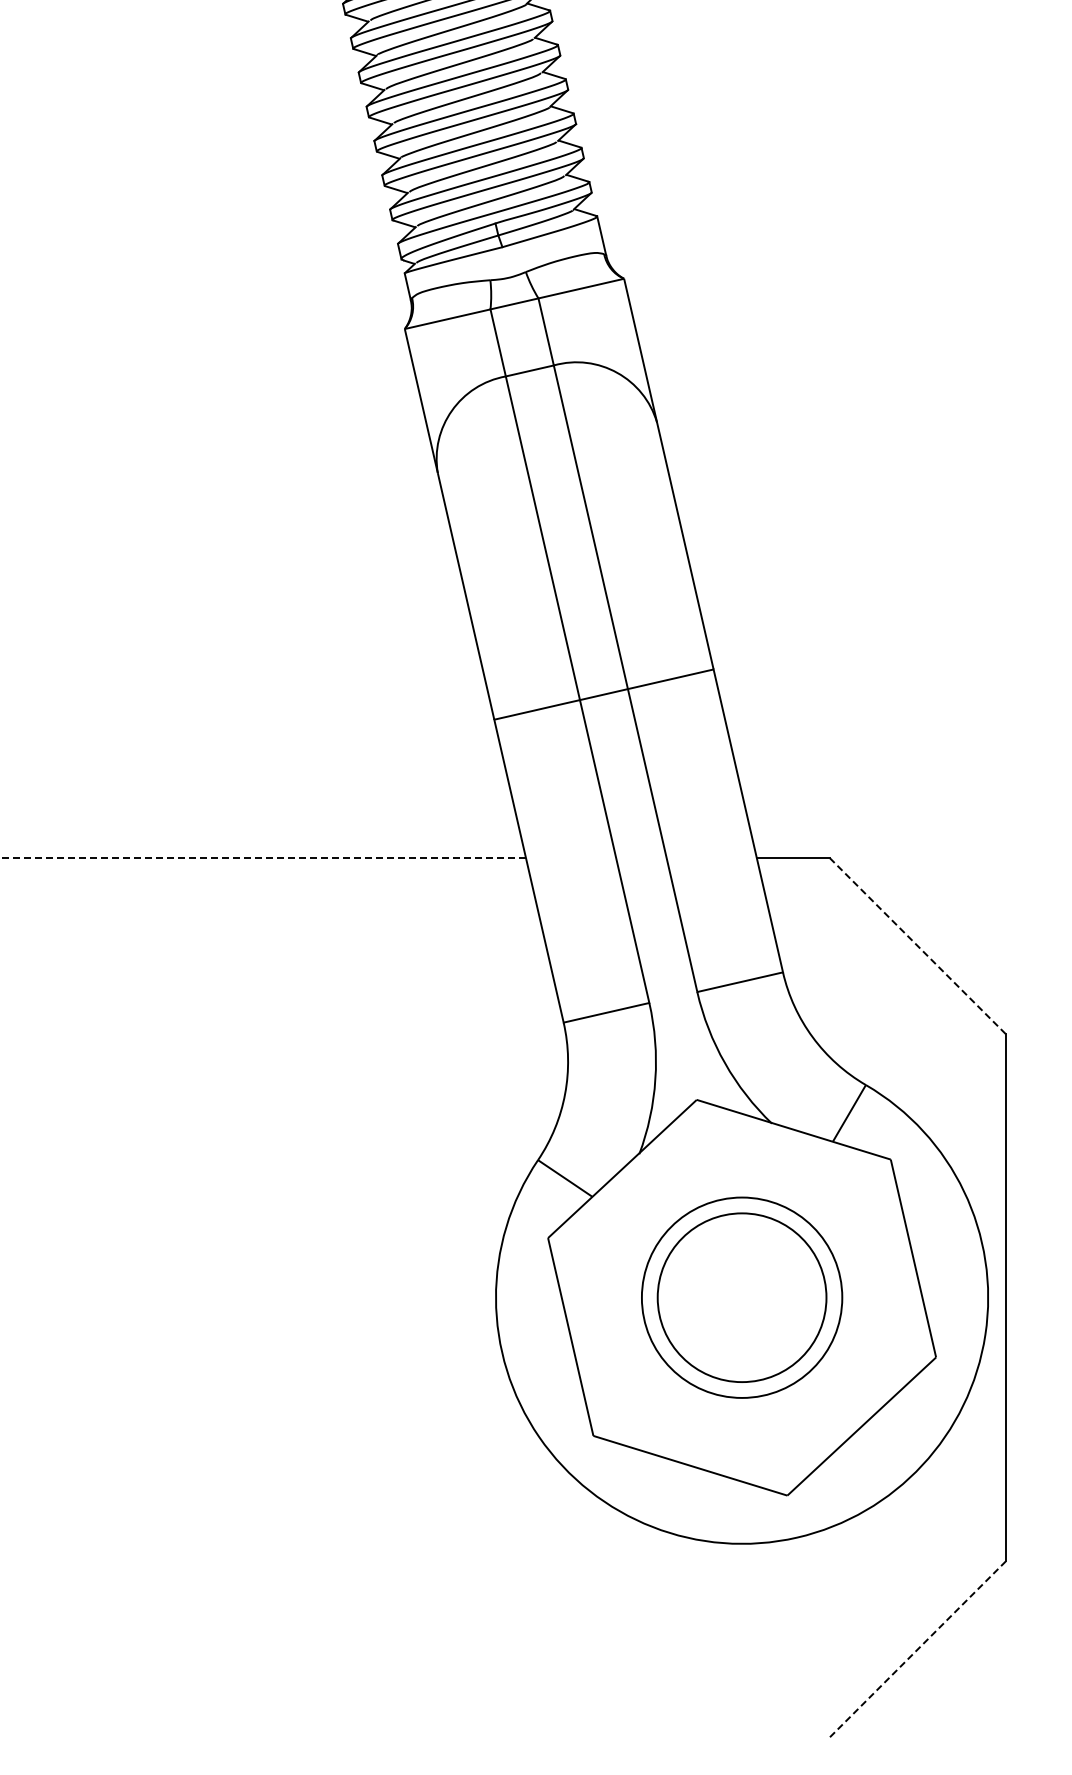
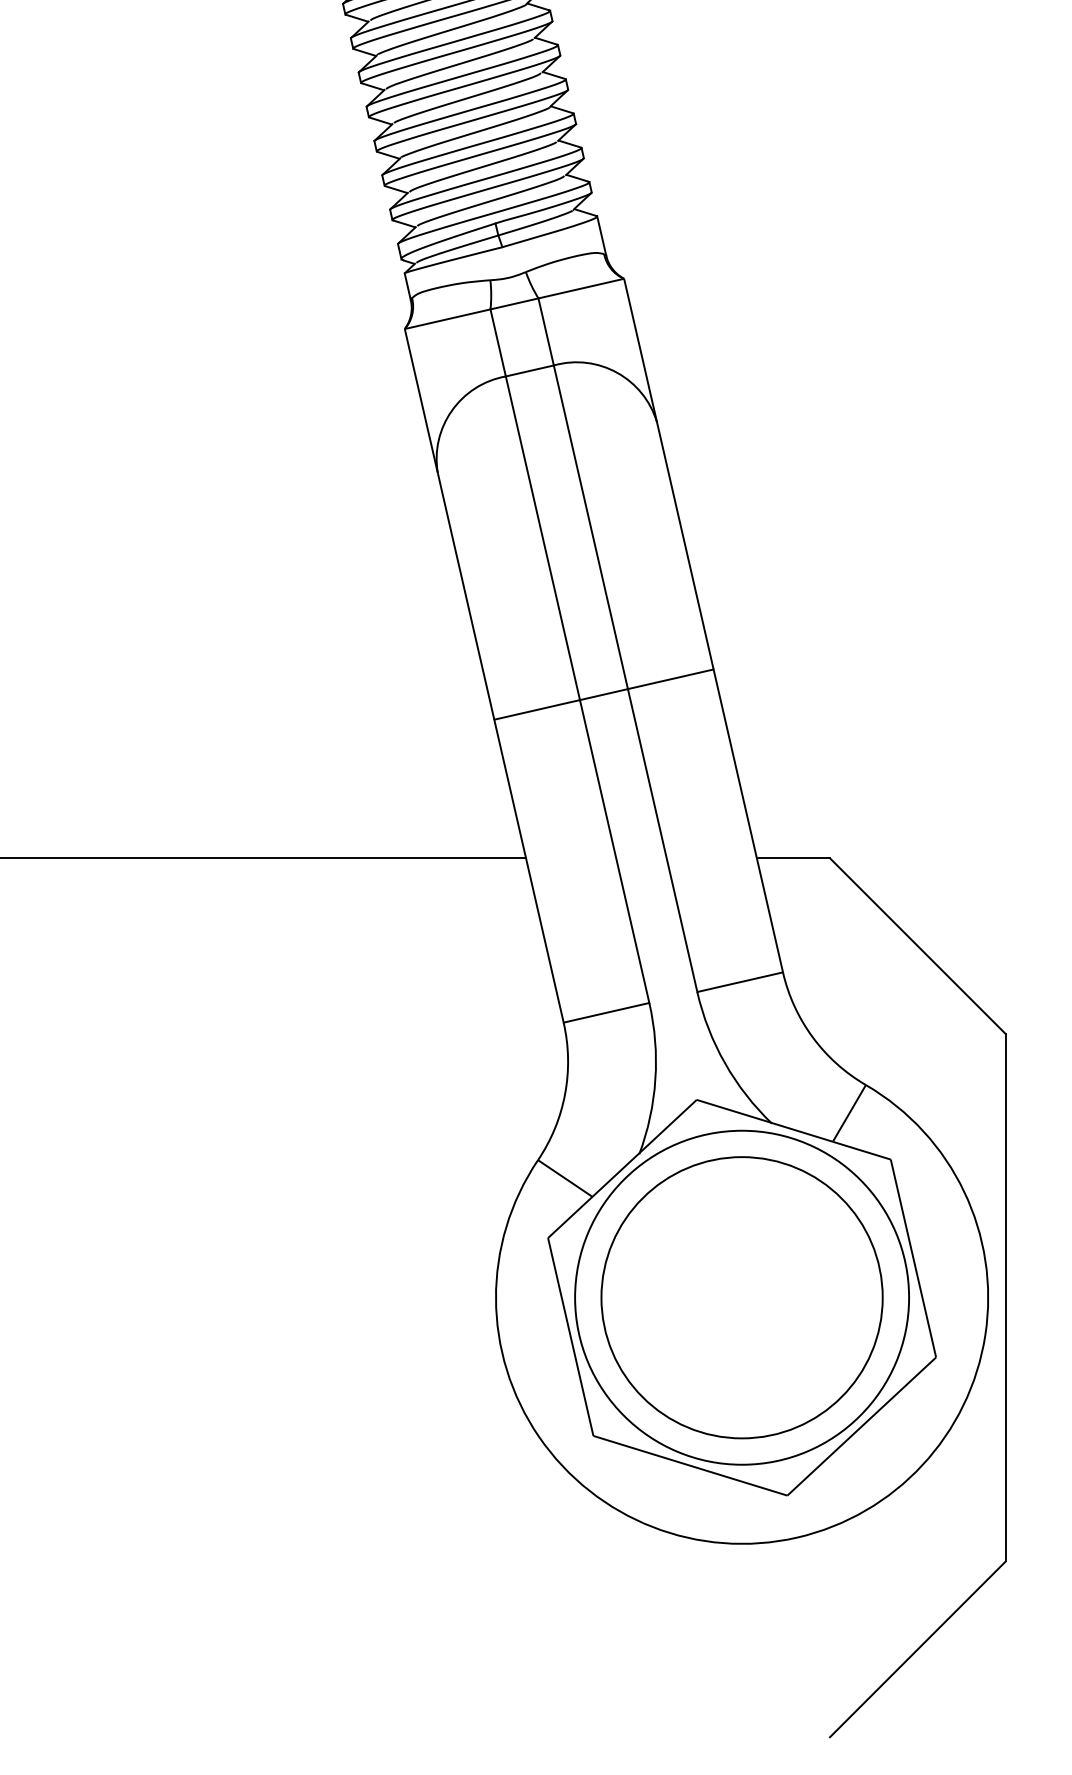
line at (263, 858): dashed -> solid
line at (917, 945): dashed -> solid
circle at (741, 1297) diameter: 169 px -> 281 px
circle at (741, 1297) diameter: 200 px -> 334 px
line at (918, 1648): dashed -> solid
